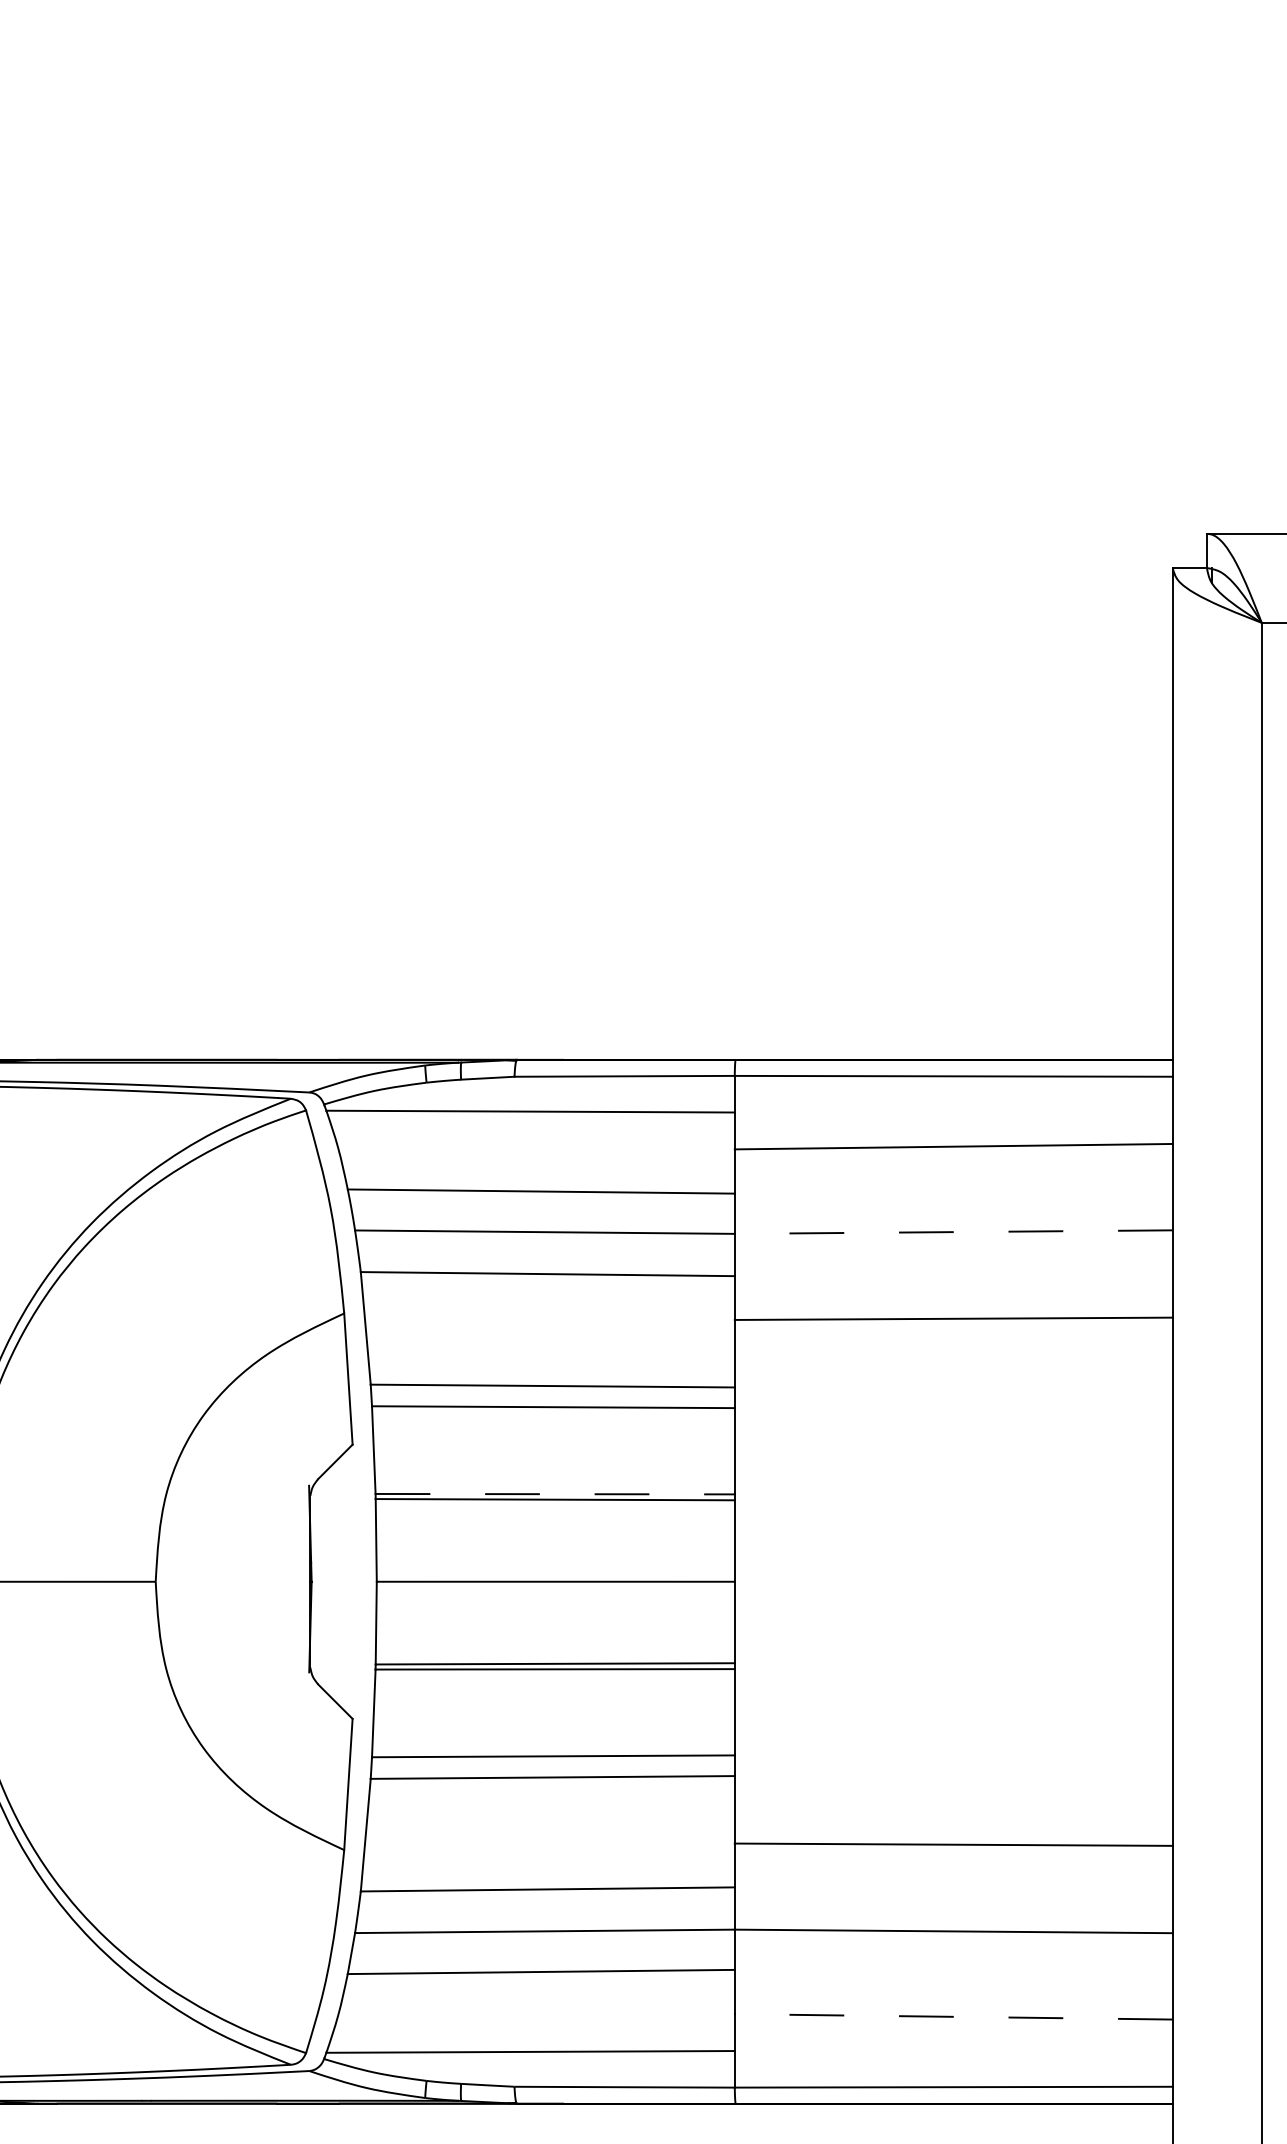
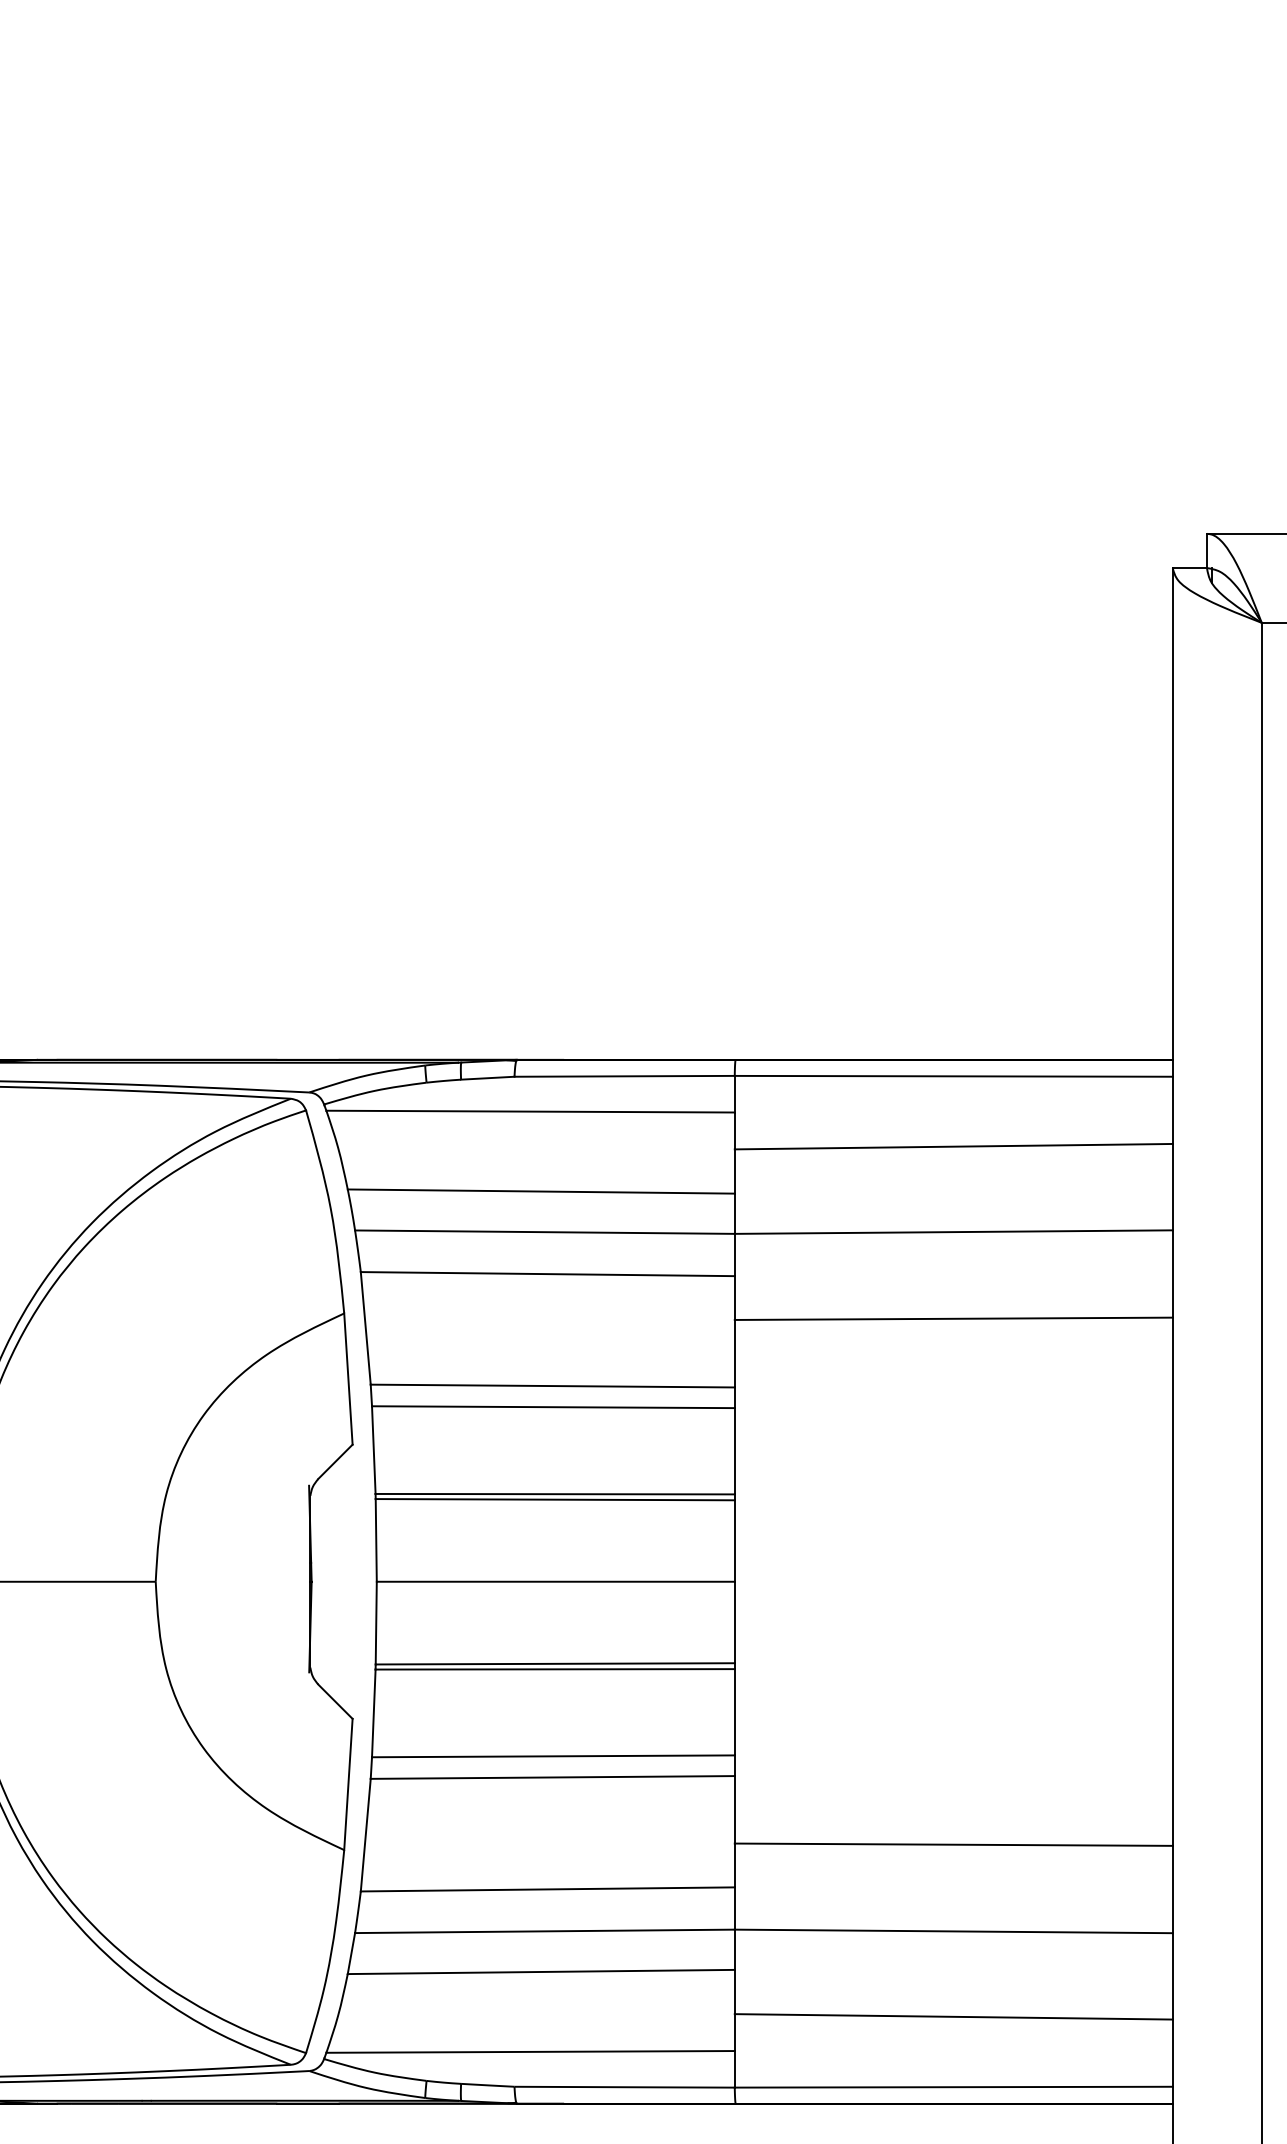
line at (953, 1232): dashed -> solid
line at (555, 1494): dashed -> solid
line at (953, 2016): dashed -> solid
